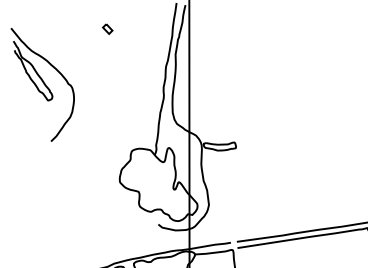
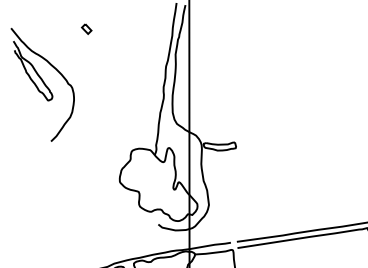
part at (107, 28) position: (107, 28) -> (86, 28)
